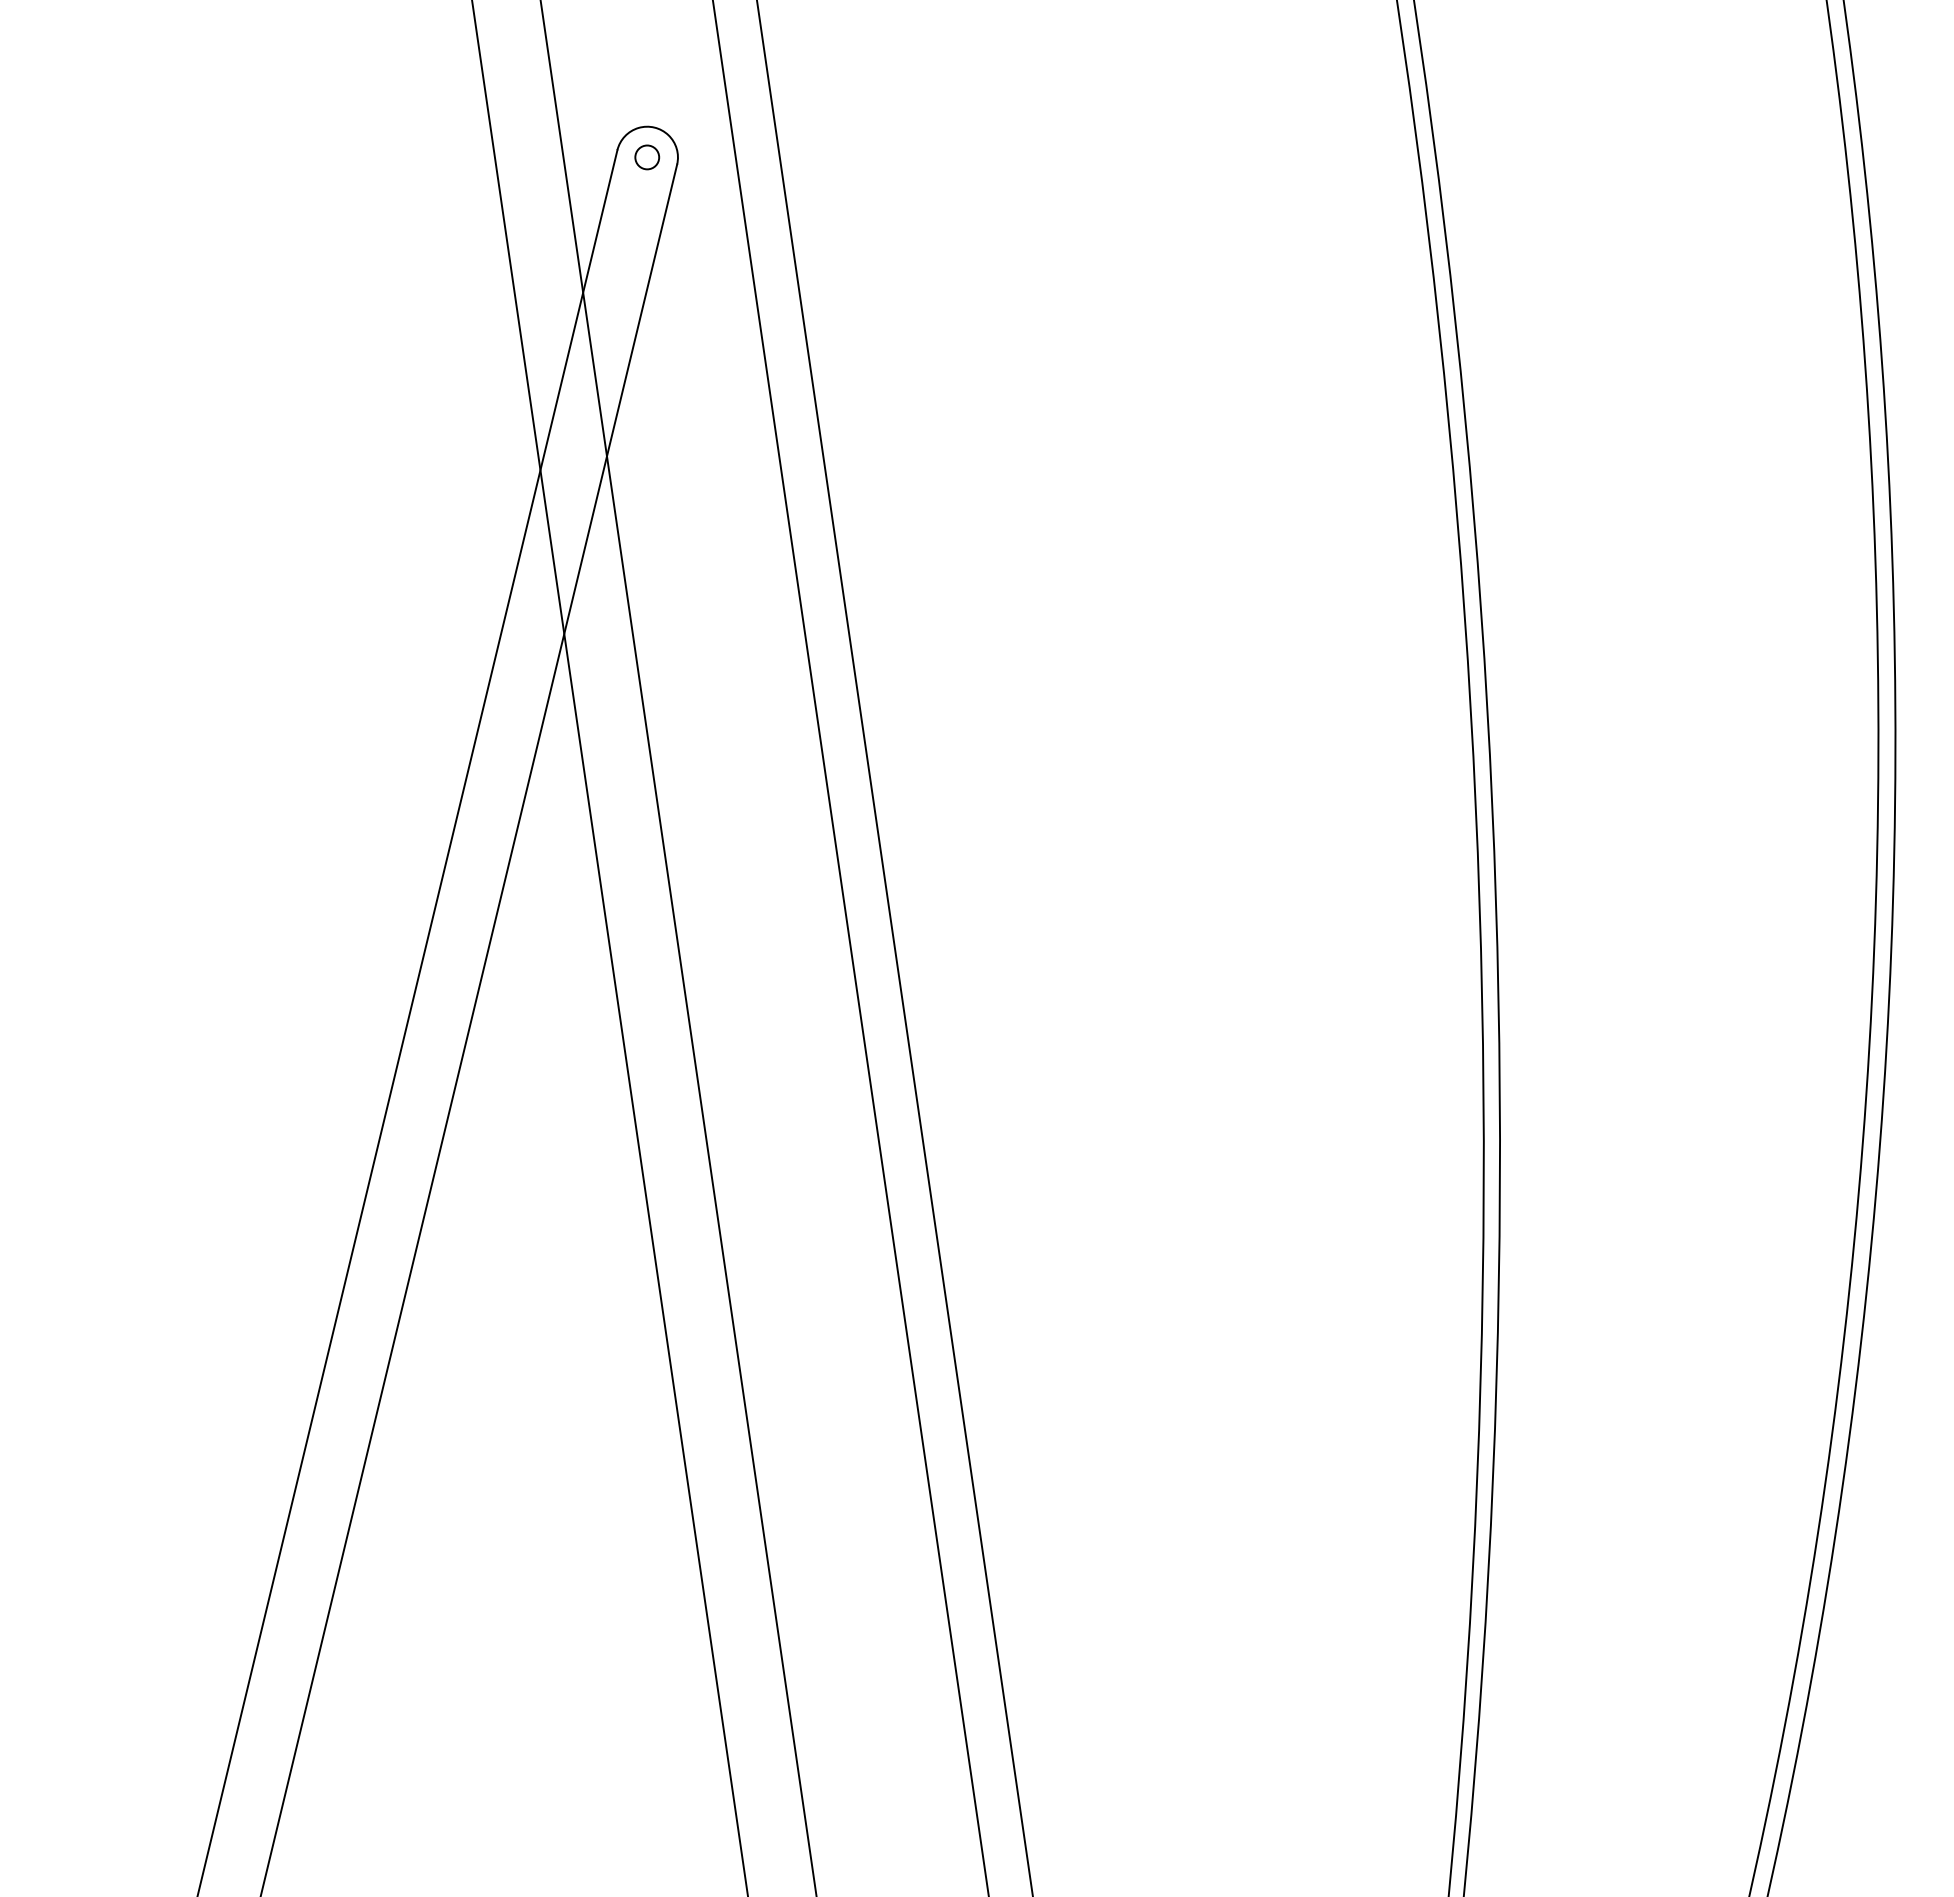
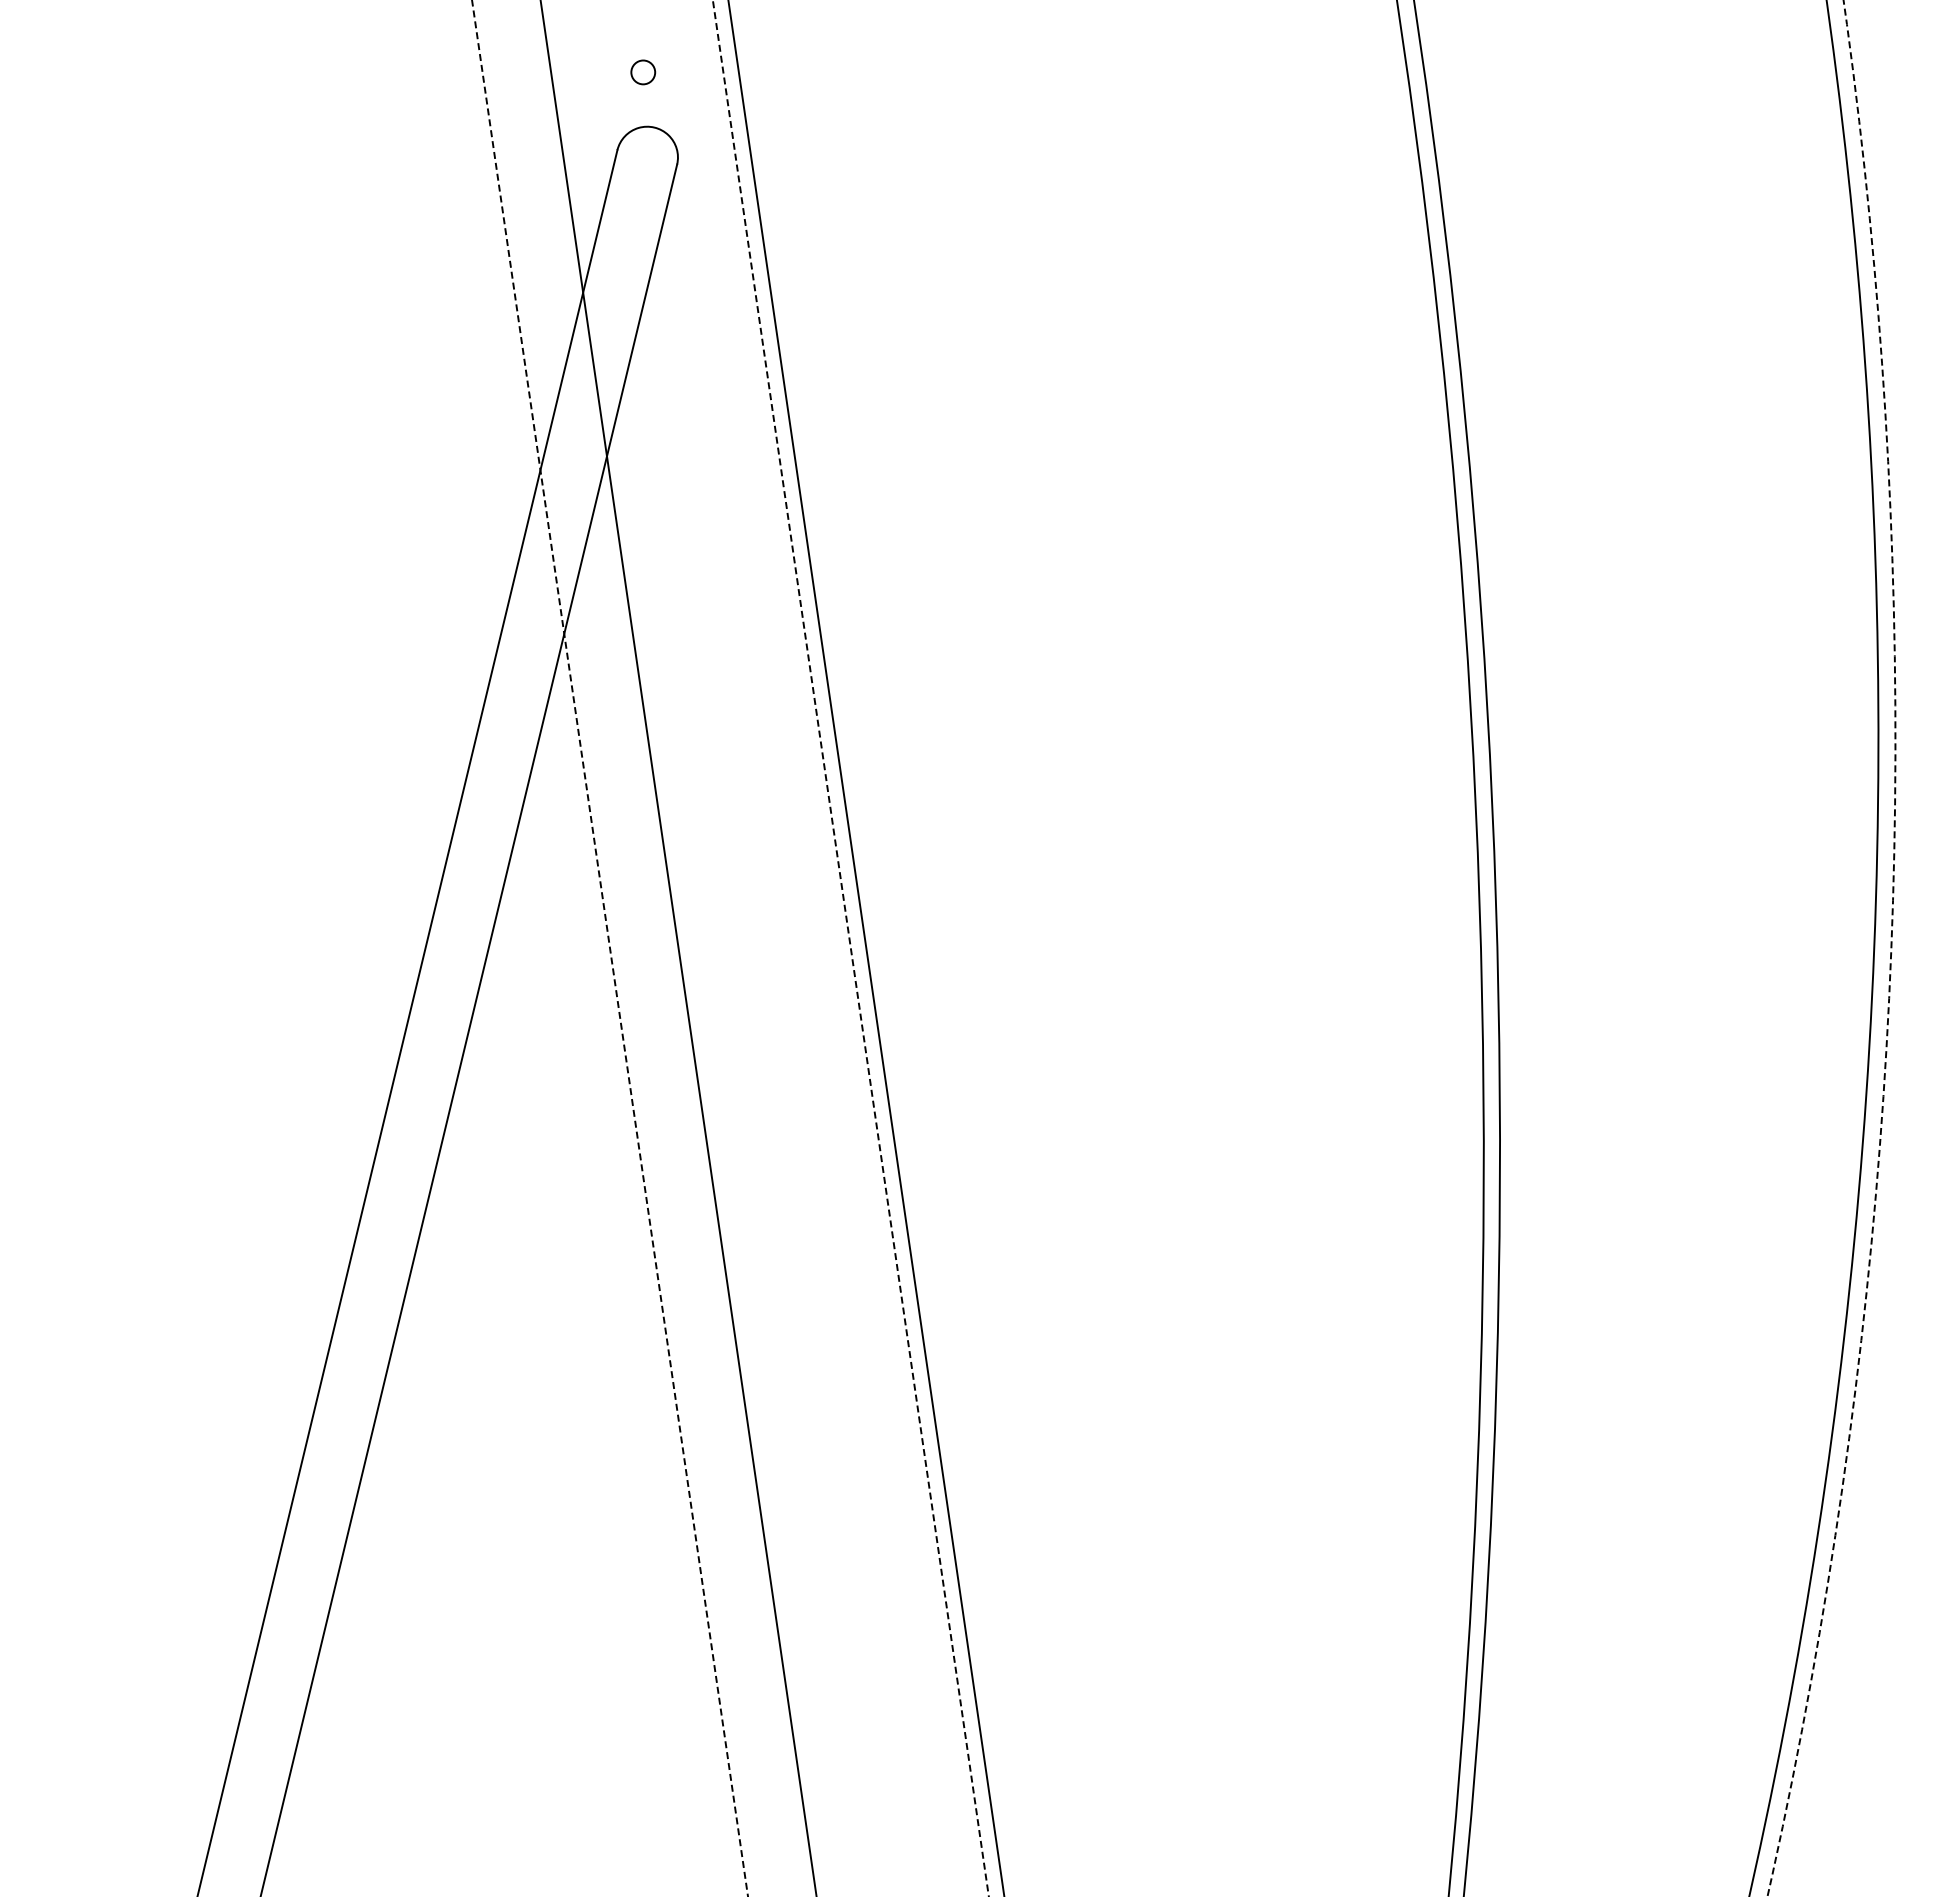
circle at (647, 157) position: (647, 157) -> (643, 72)
line at (894, 947) position: (894, 947) -> (865, 947)
line at (610, 948): solid -> dashed
line at (850, 948): solid -> dashed
arc at (1891, 955): solid -> dashed
